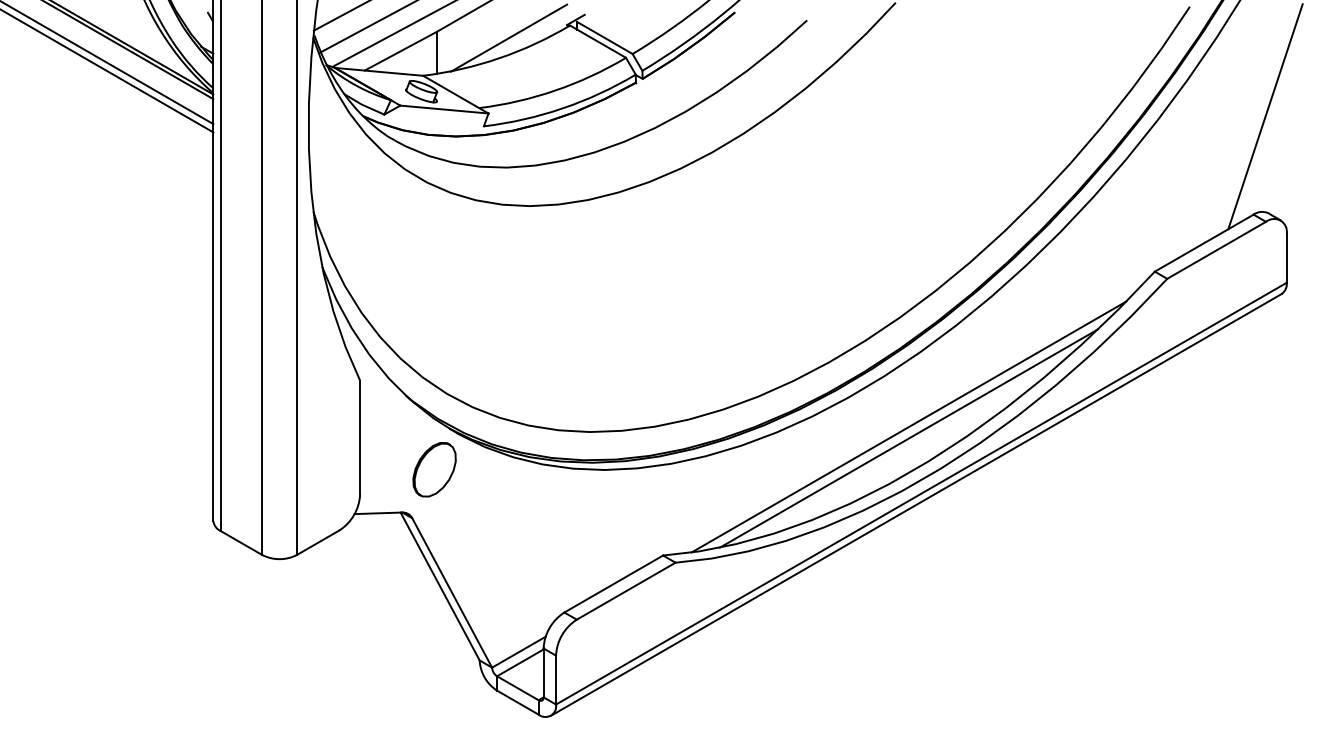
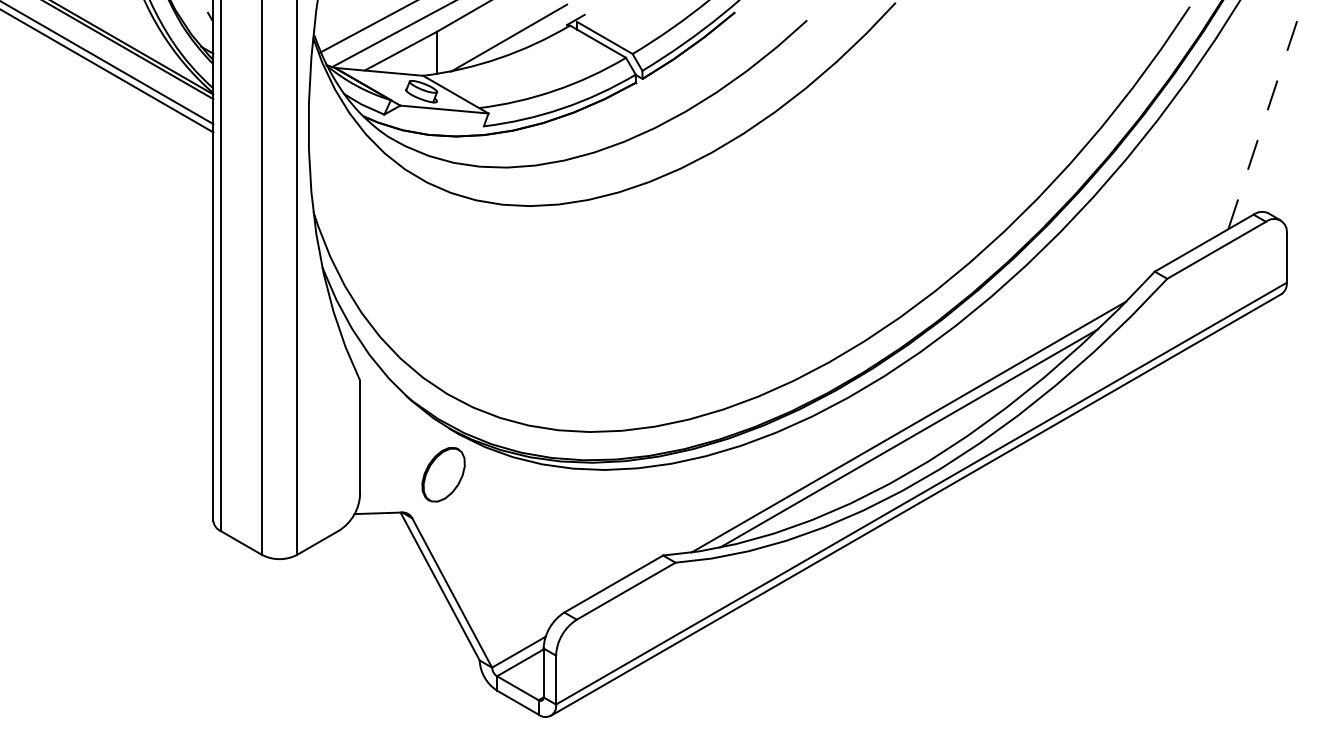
line at (340, 16): present -> none
line at (1265, 116): solid -> dashed
part at (434, 469) position: (434, 469) -> (443, 474)
